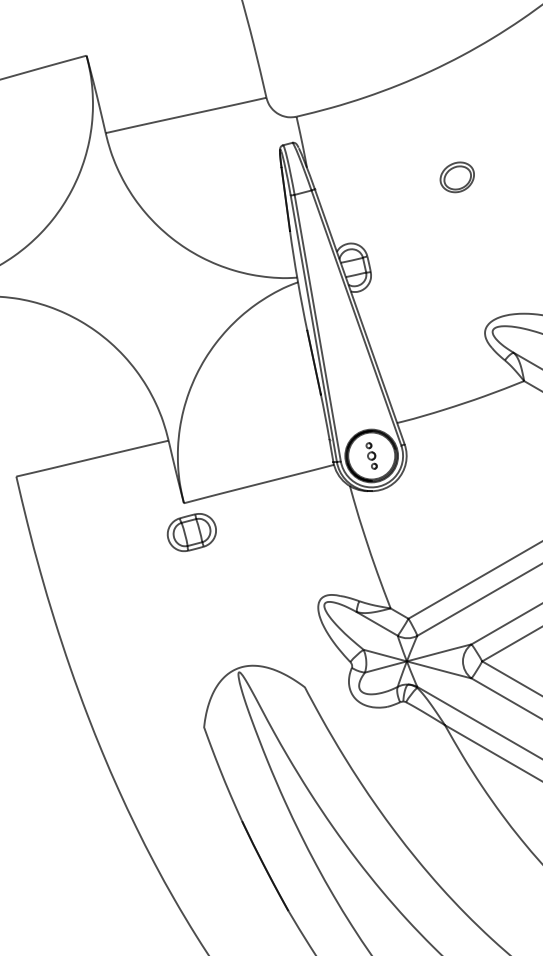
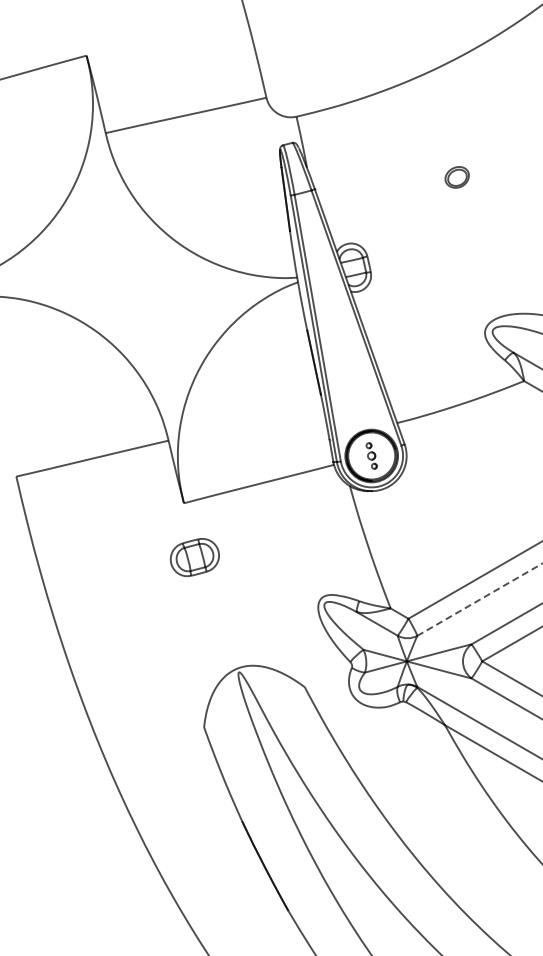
part at (456, 177) size: 36x33 px -> 26x23 px
part at (191, 532) position: (191, 532) -> (194, 557)
line at (479, 599): solid -> dashed
